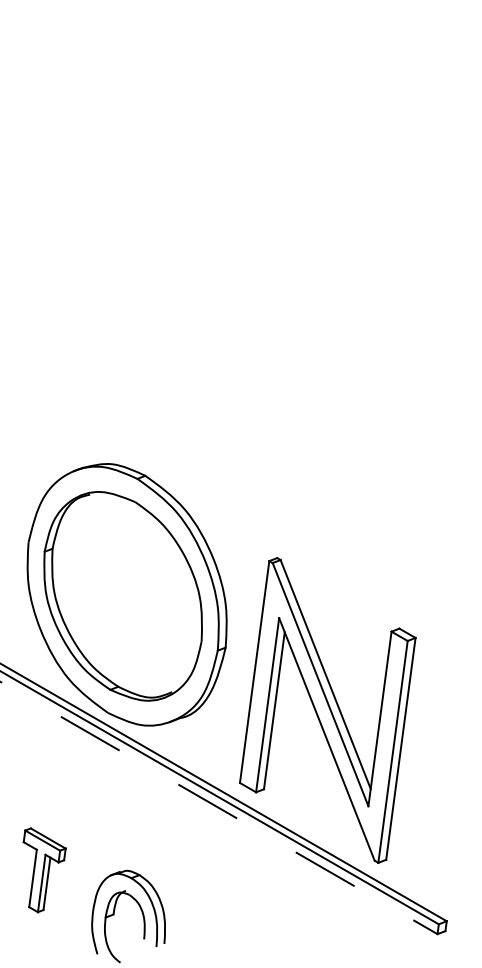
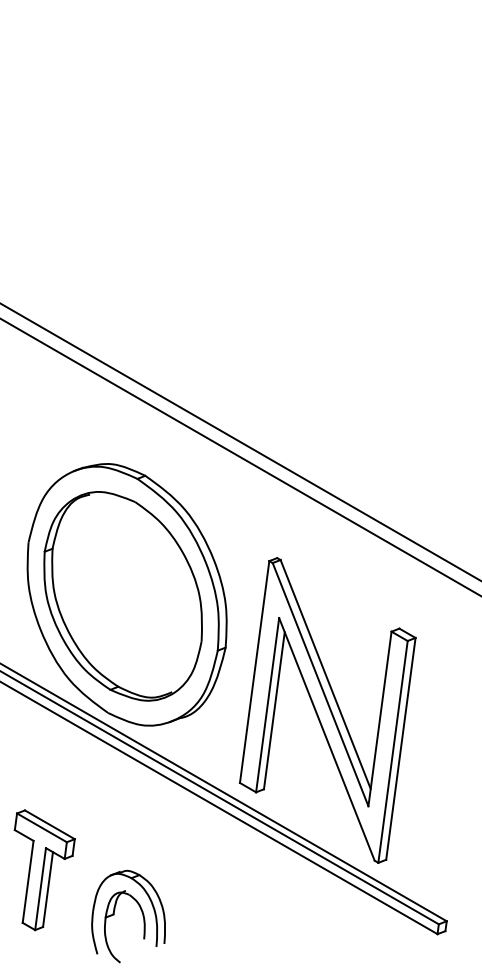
line at (240, 441): none -> present
line at (240, 456): none -> present
line at (219, 808): dashed -> solid
part at (44, 870) size: 45x87 px -> 63x123 px
